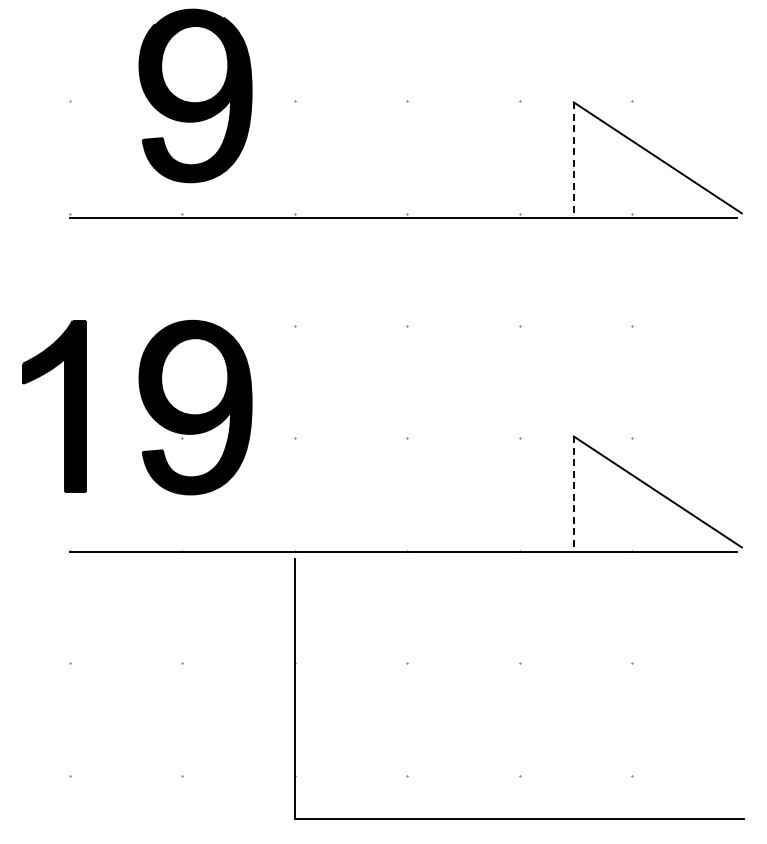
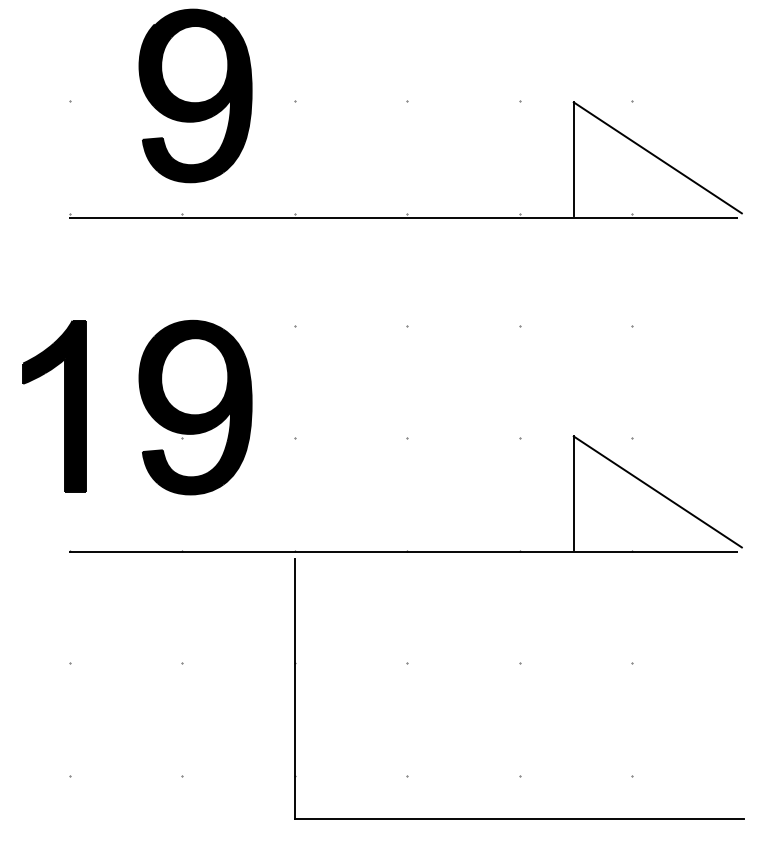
line at (573, 159): dashed -> solid
line at (573, 493): dashed -> solid
